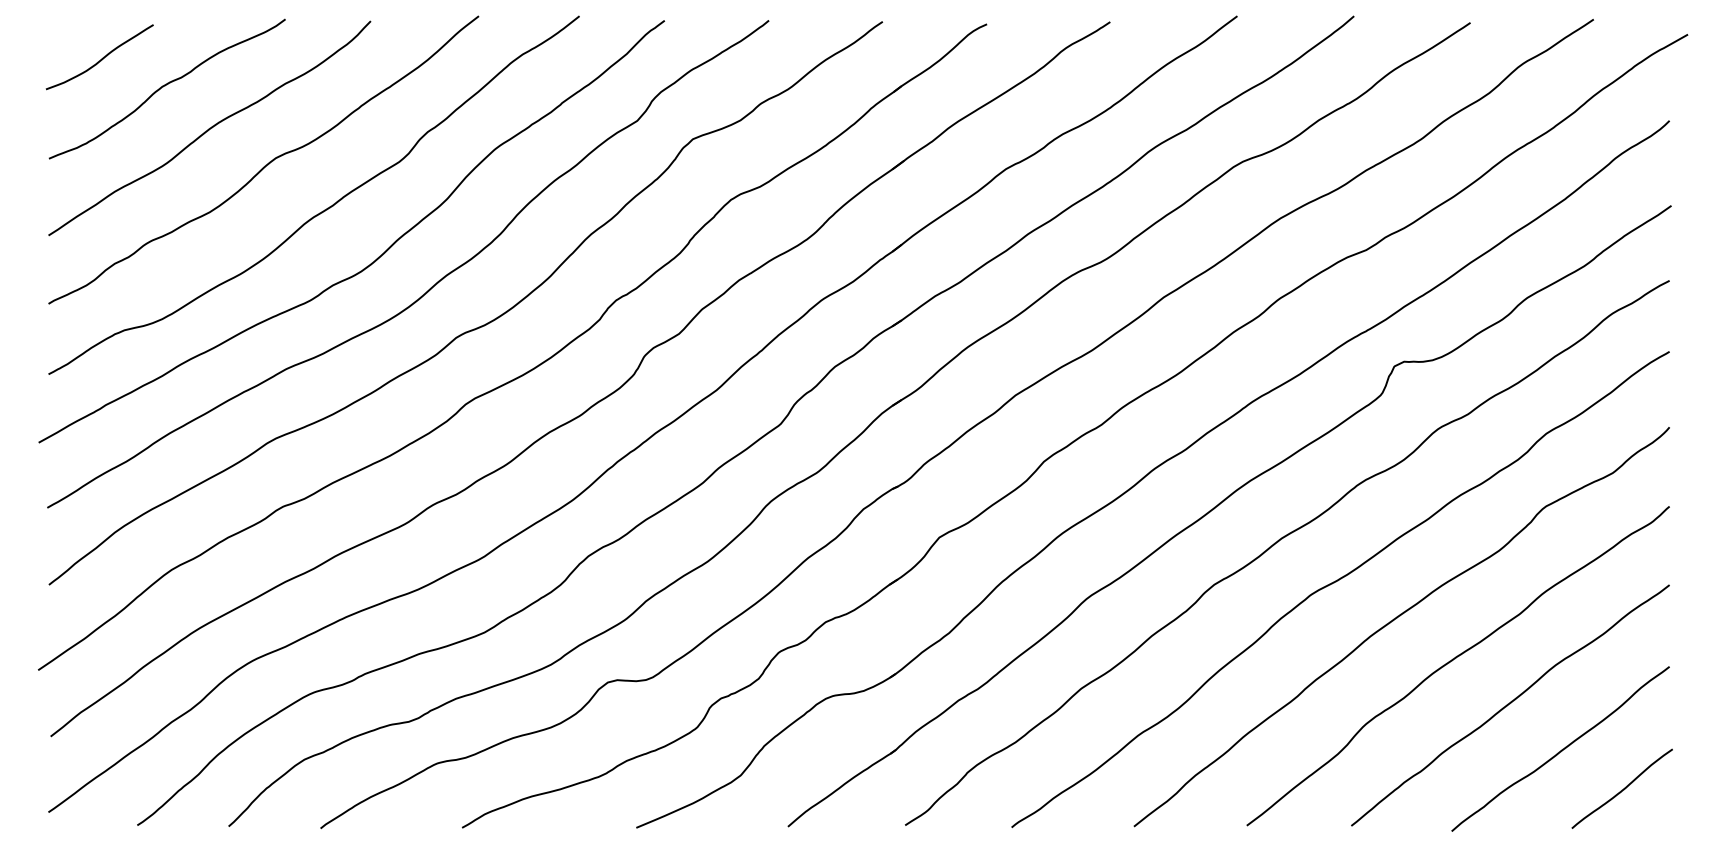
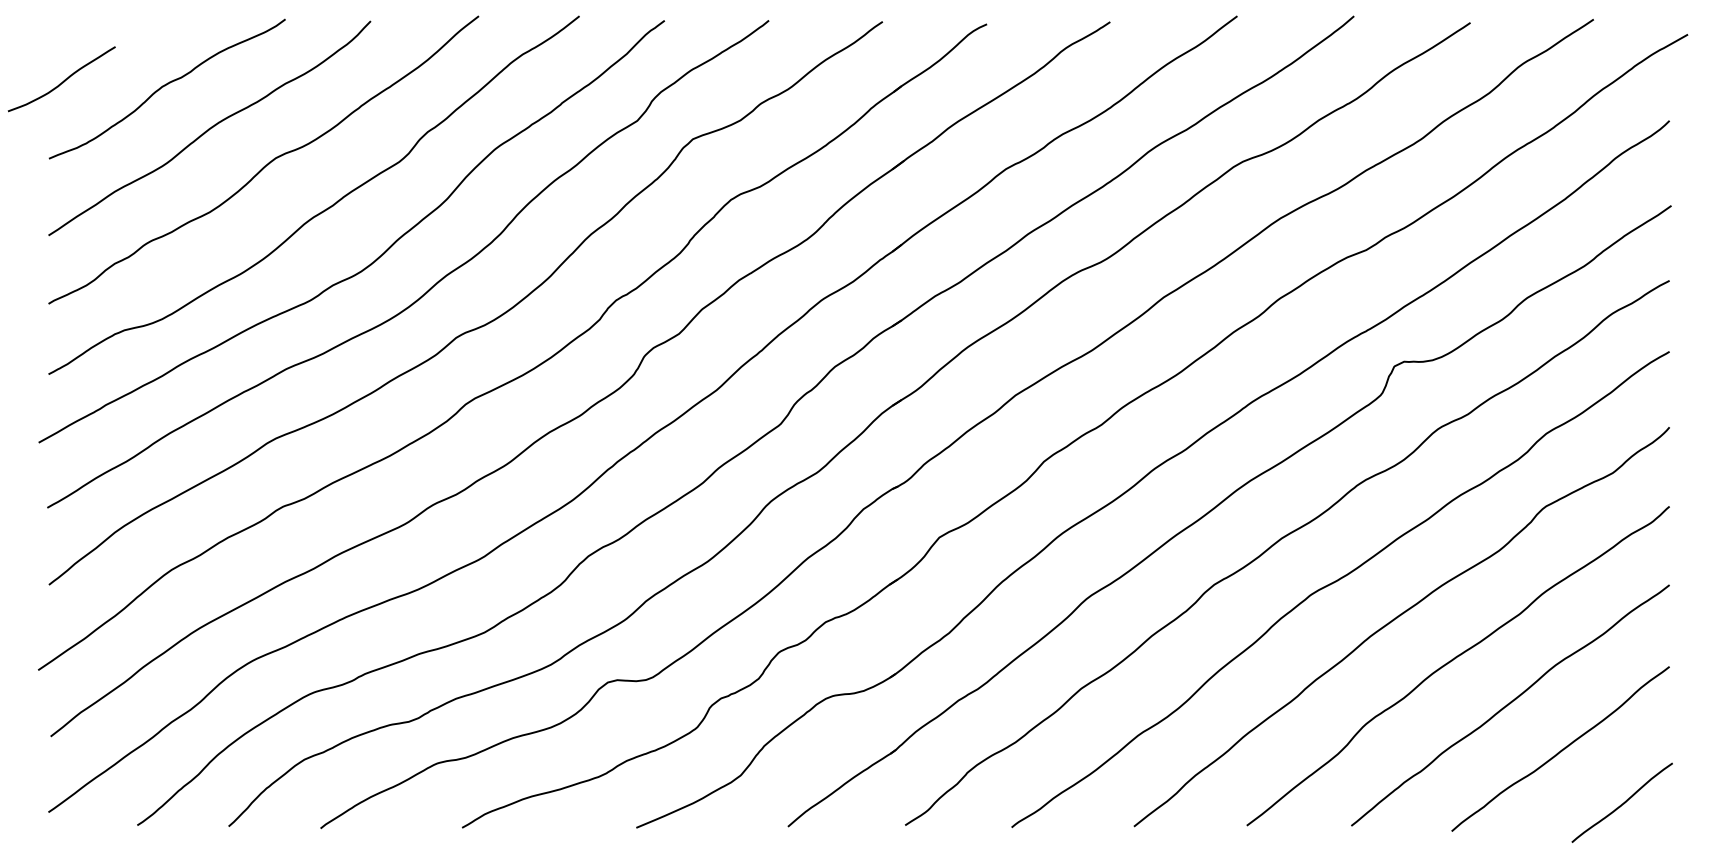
curve at (101, 58) position: (101, 58) -> (63, 80)
curve at (1622, 789) position: (1622, 789) -> (1622, 803)
